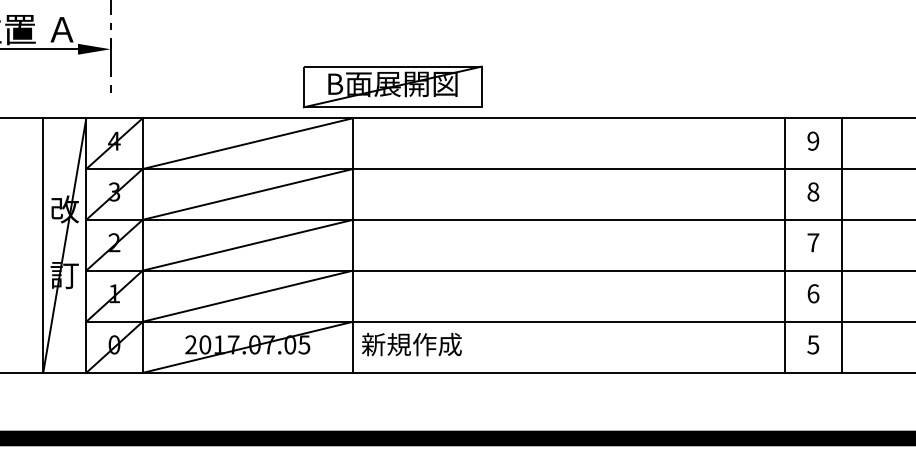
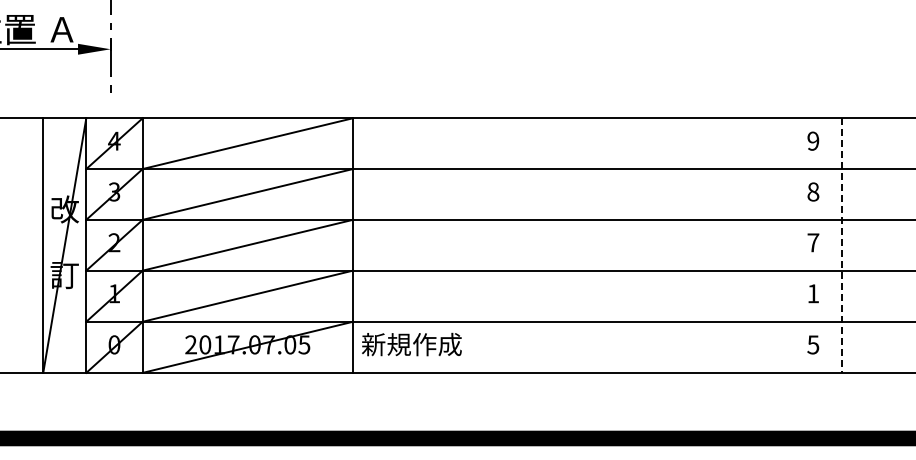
part at (392, 86): present -> none
line at (785, 245): present -> none
line at (841, 246): solid -> dashed
text at (813, 293): 6 -> 1
